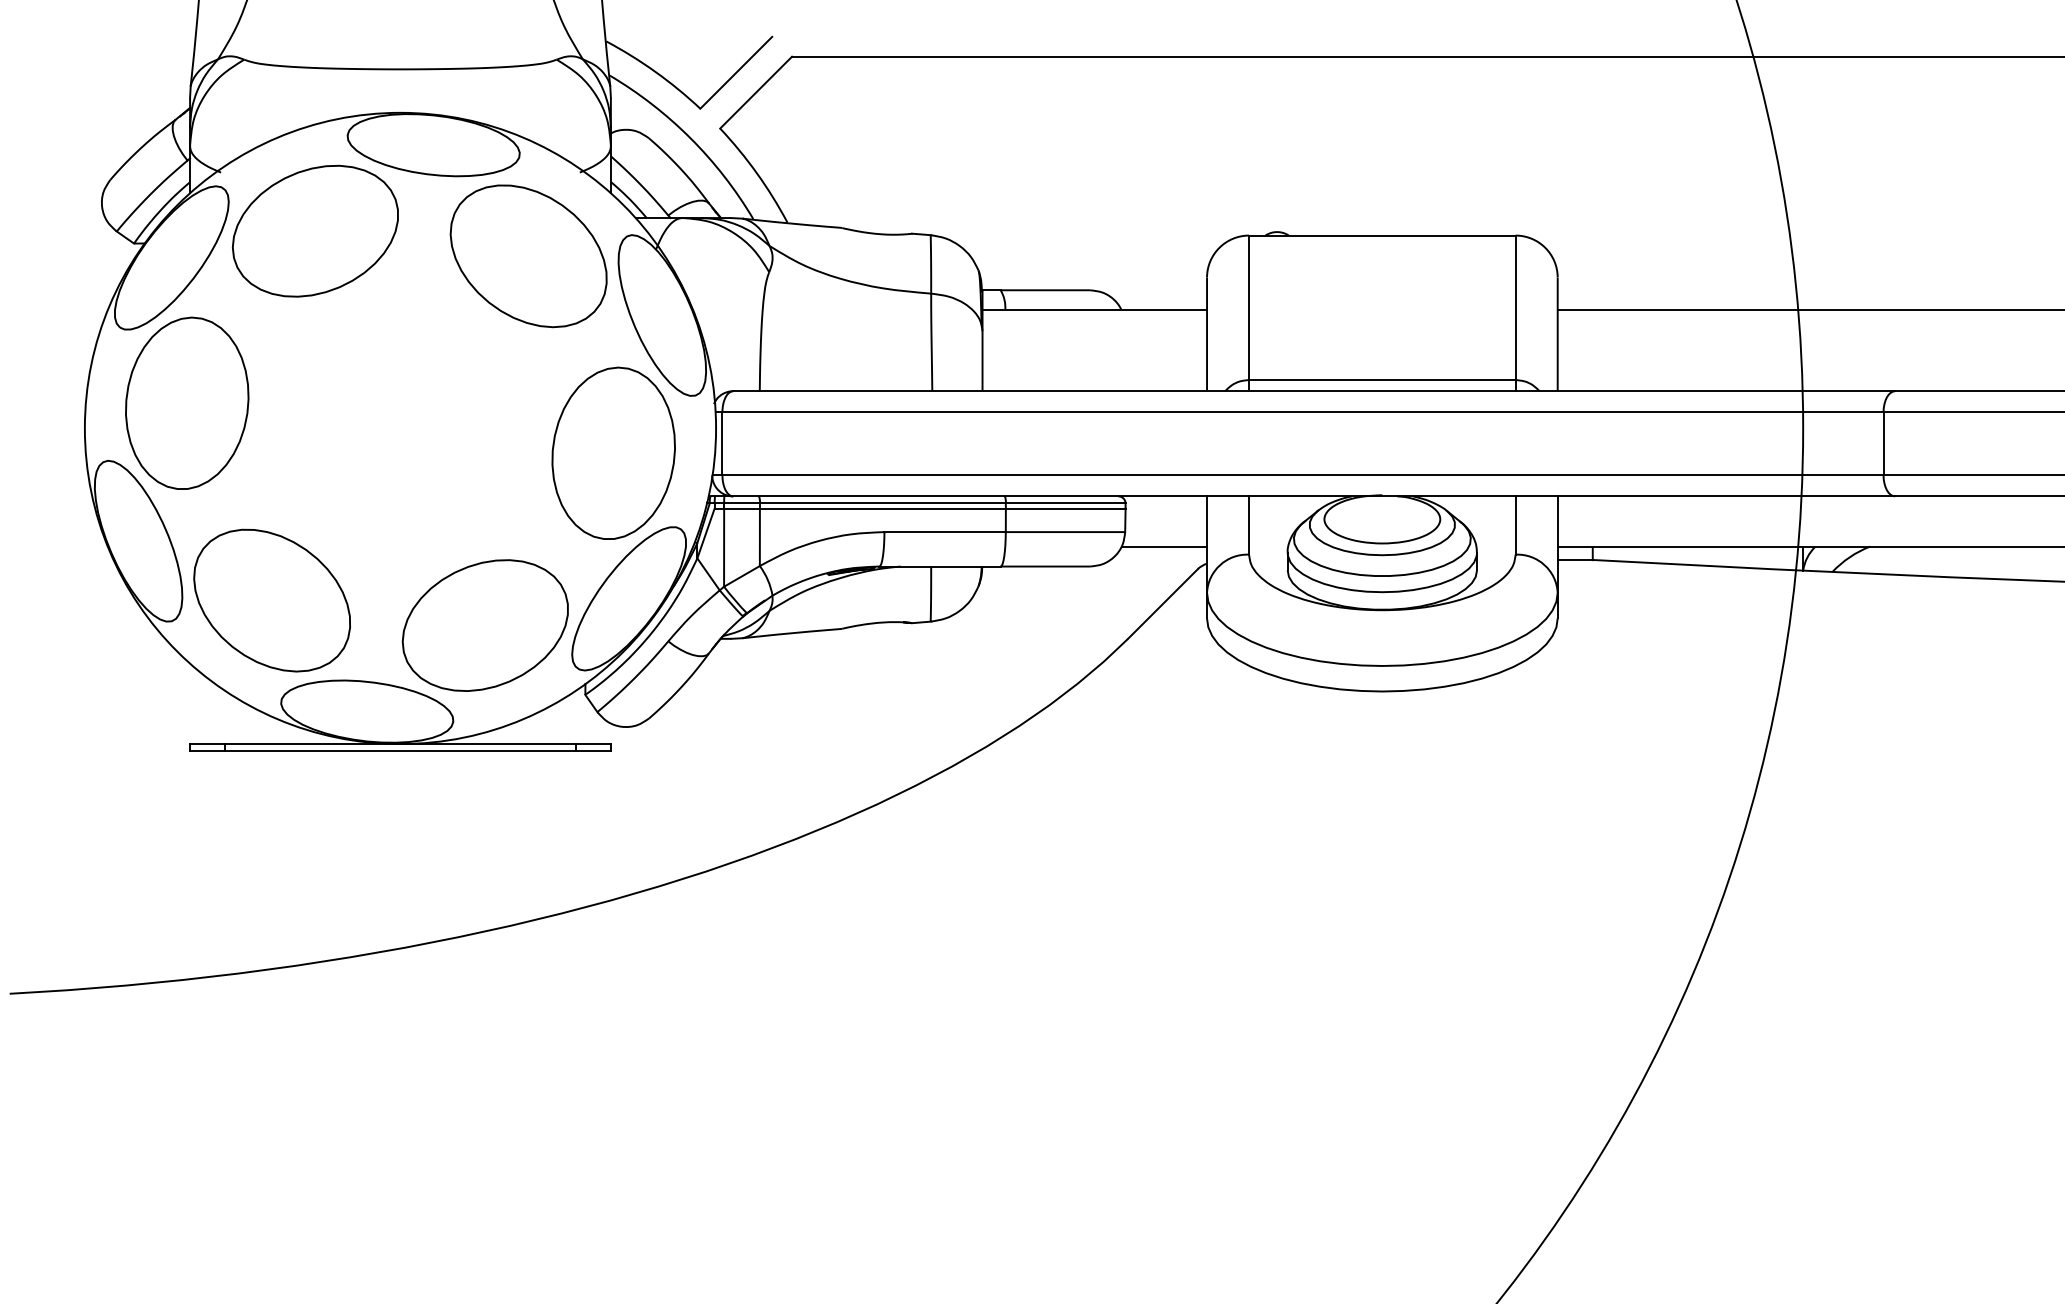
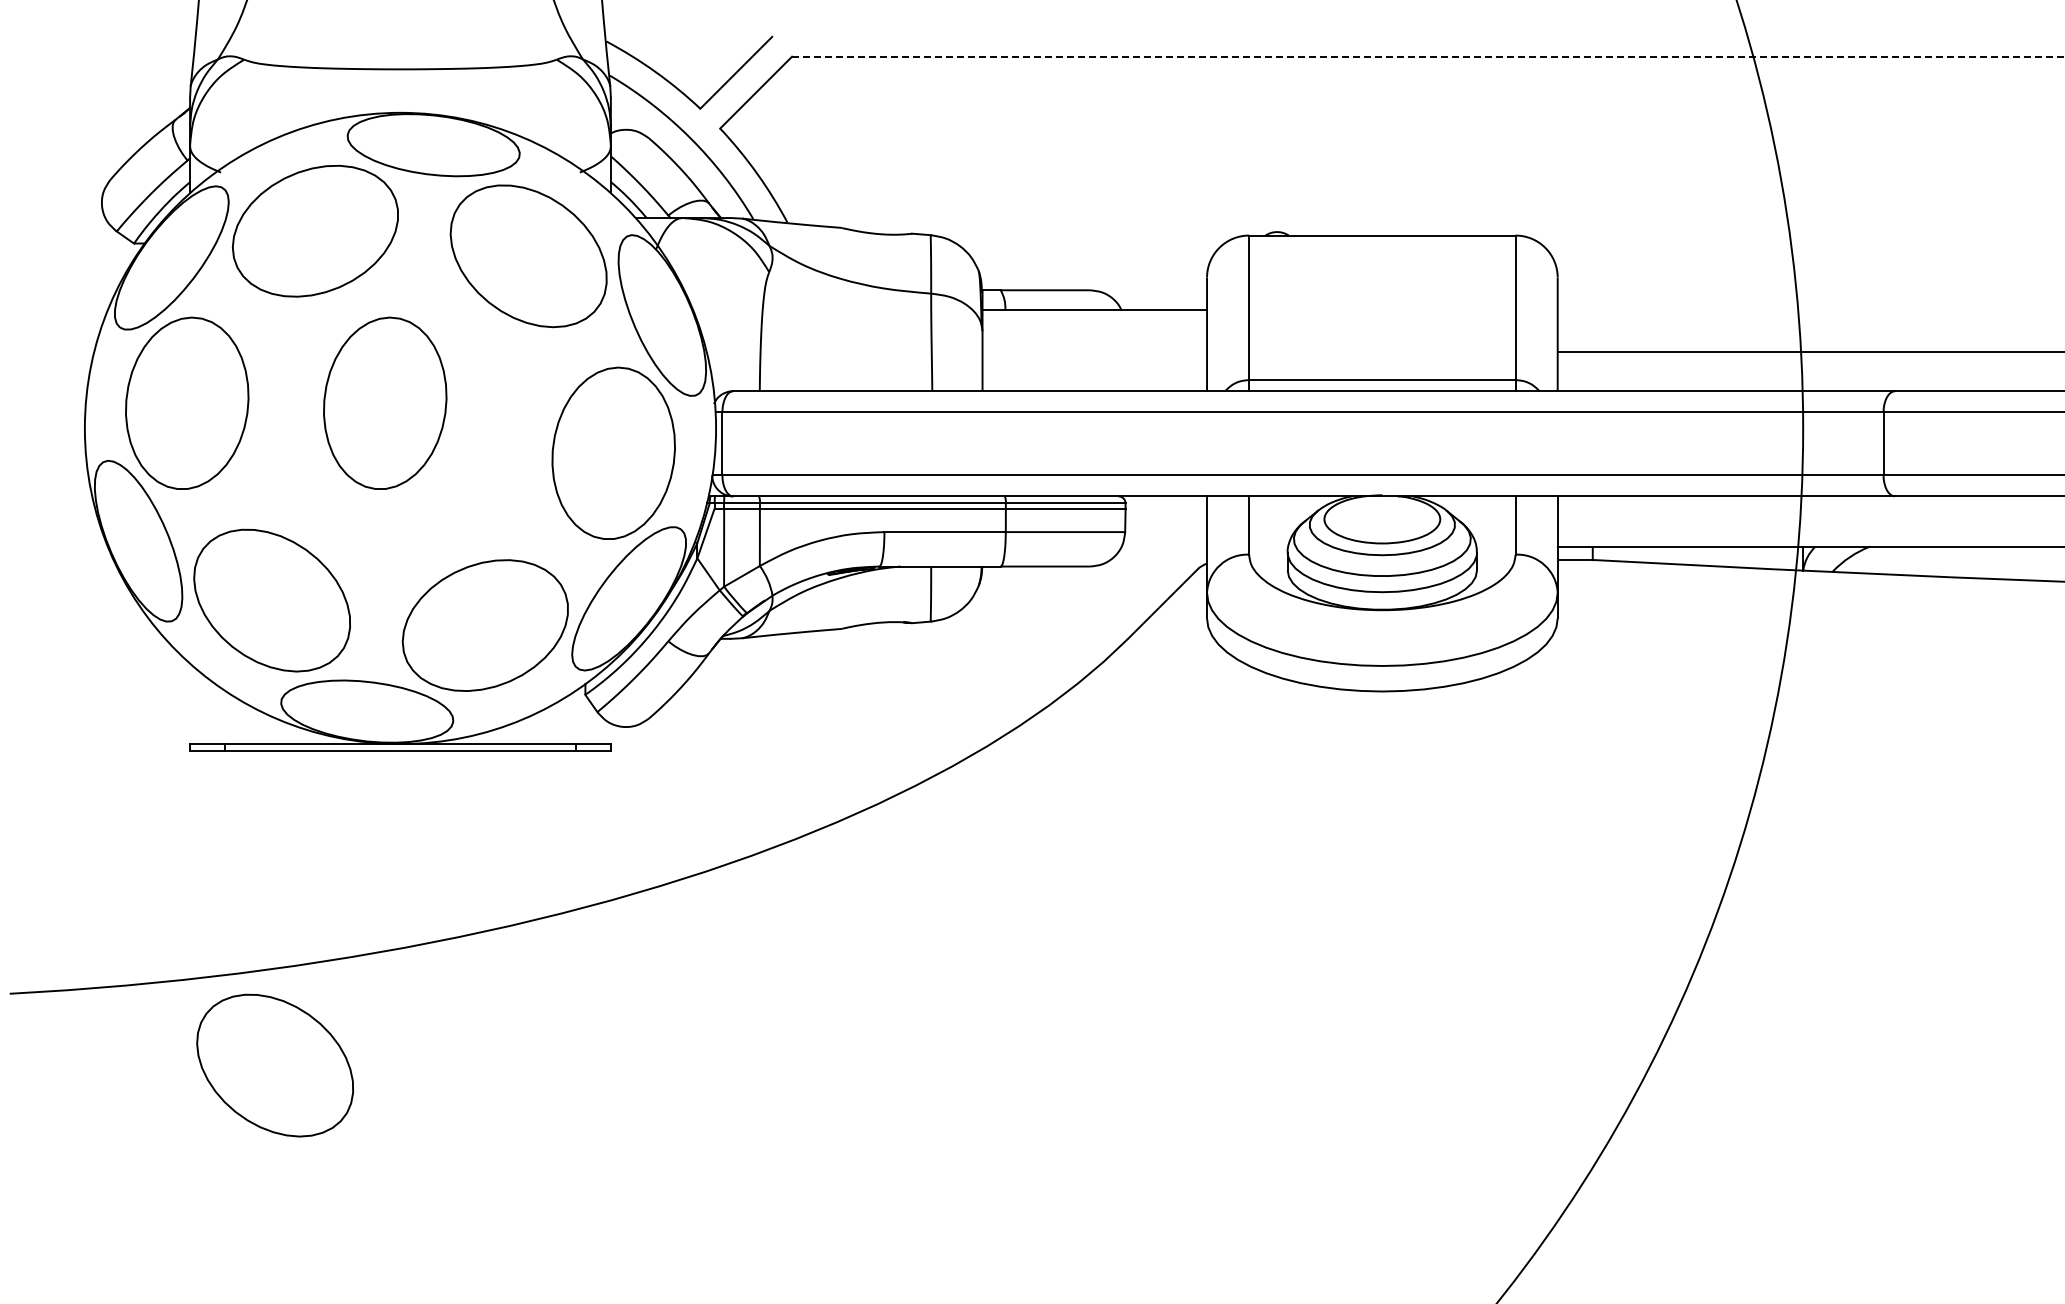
line at (1428, 56): solid -> dashed
line at (1809, 310) position: (1809, 310) -> (1809, 352)
part at (385, 402): none -> present
line at (1164, 546): present -> none
part at (274, 1065): none -> present
